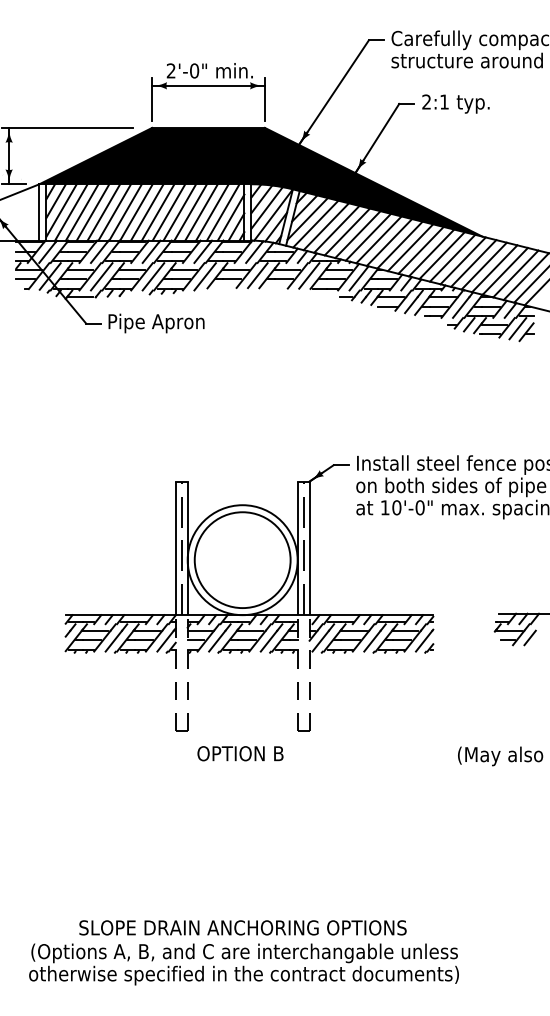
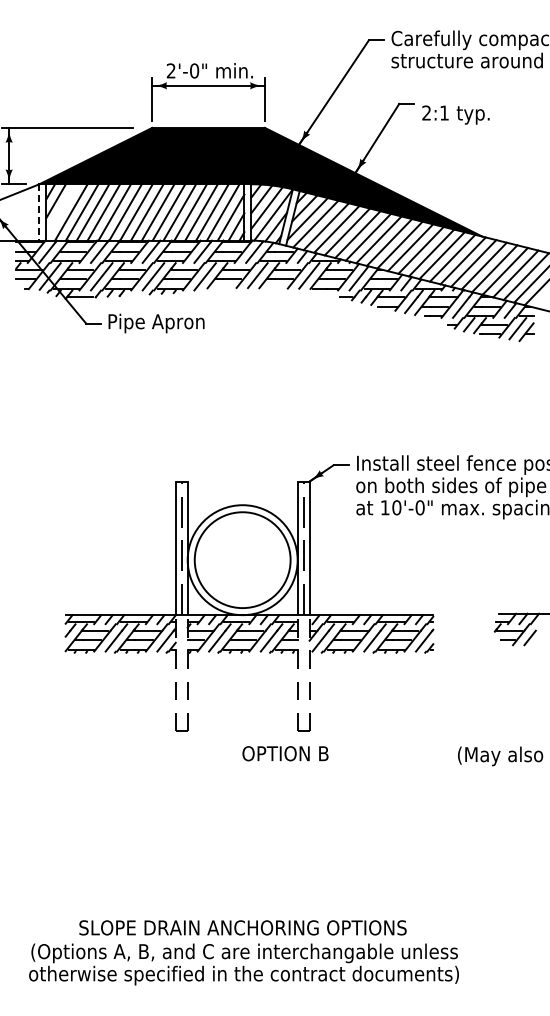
text at (455, 103) position: (455, 103) -> (455, 114)
line at (61, 210): present -> none
line at (39, 212): solid -> dashed
text at (240, 753) position: (240, 753) -> (285, 753)
